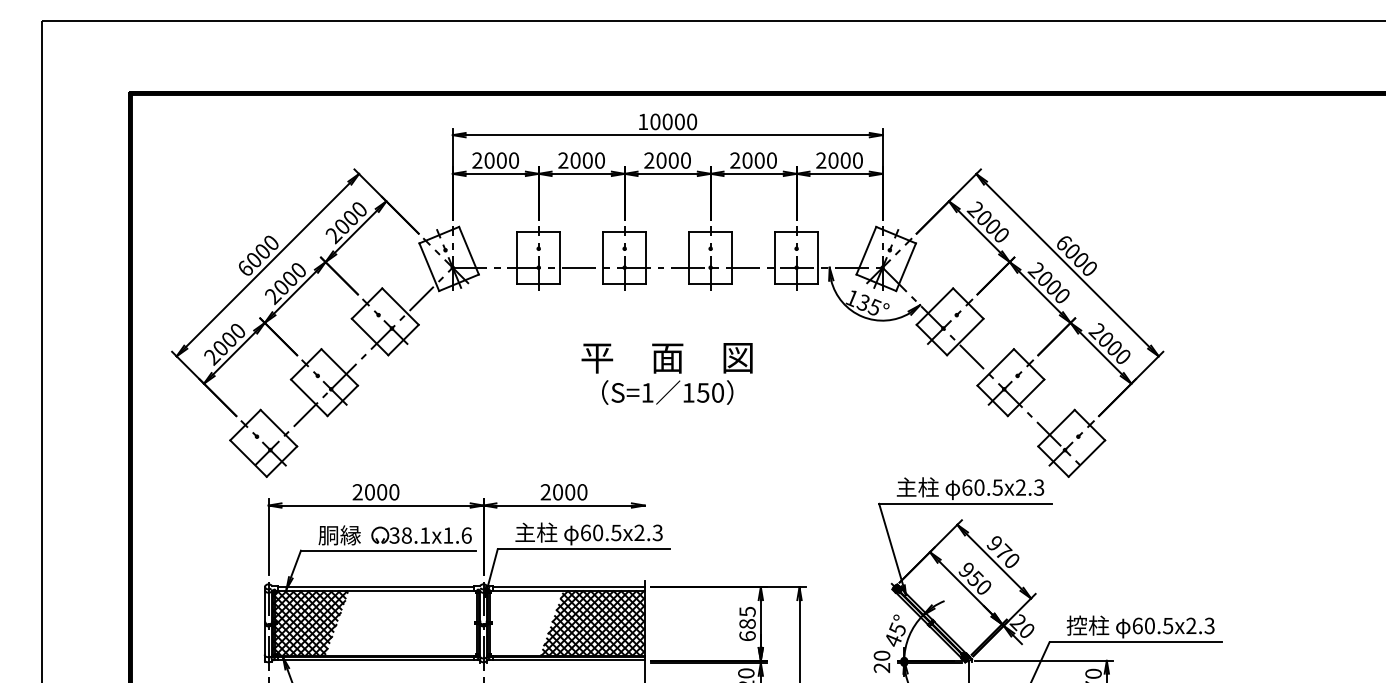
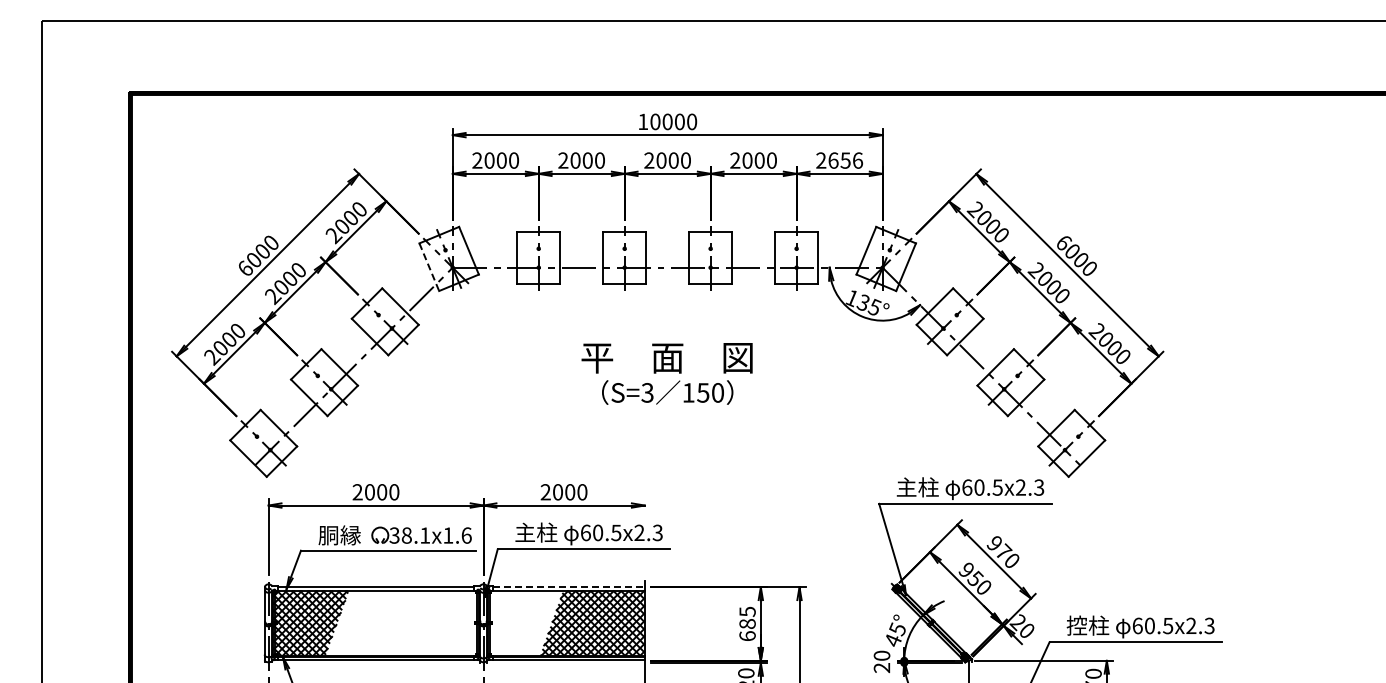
text at (845, 160): 2000 -> 2656
line at (429, 267): solid -> dashed
text at (647, 392): S=1 -> S=3
line at (569, 586): solid -> dashed
